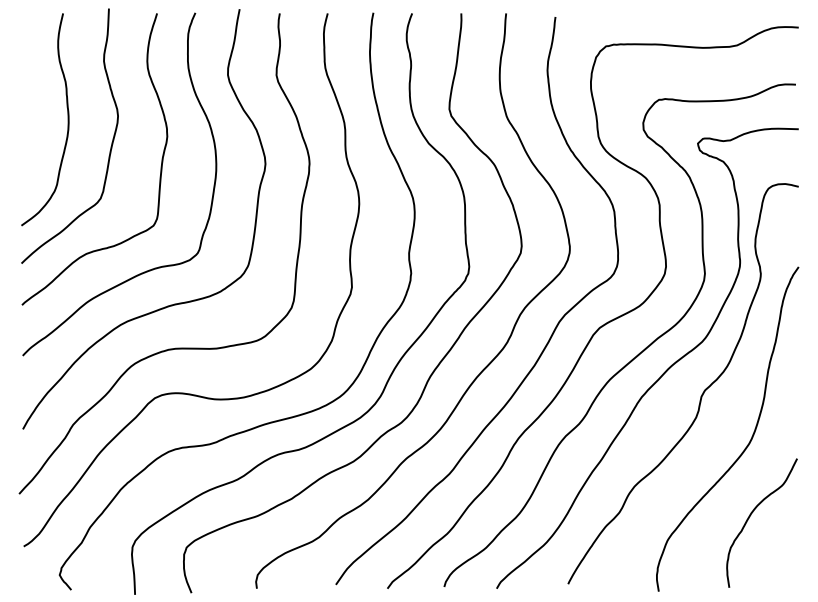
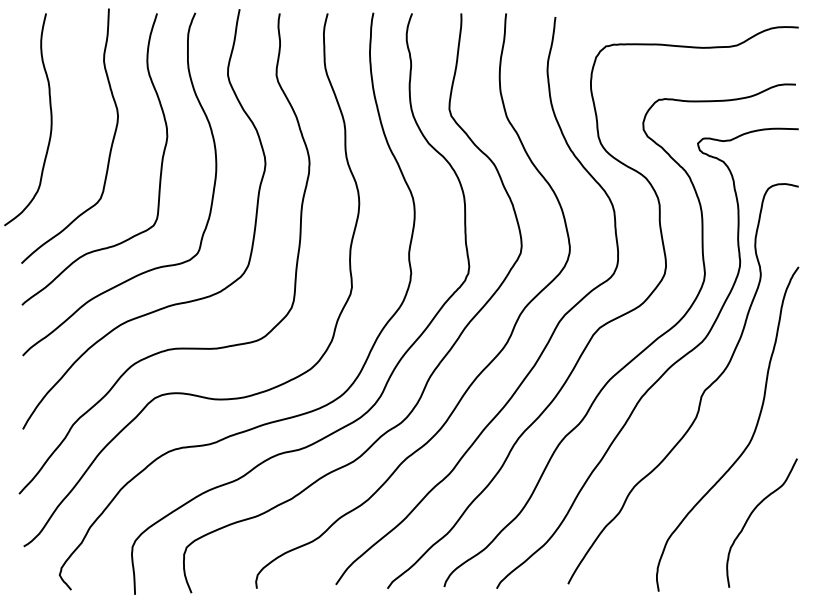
curve at (67, 119) position: (67, 119) -> (50, 119)
